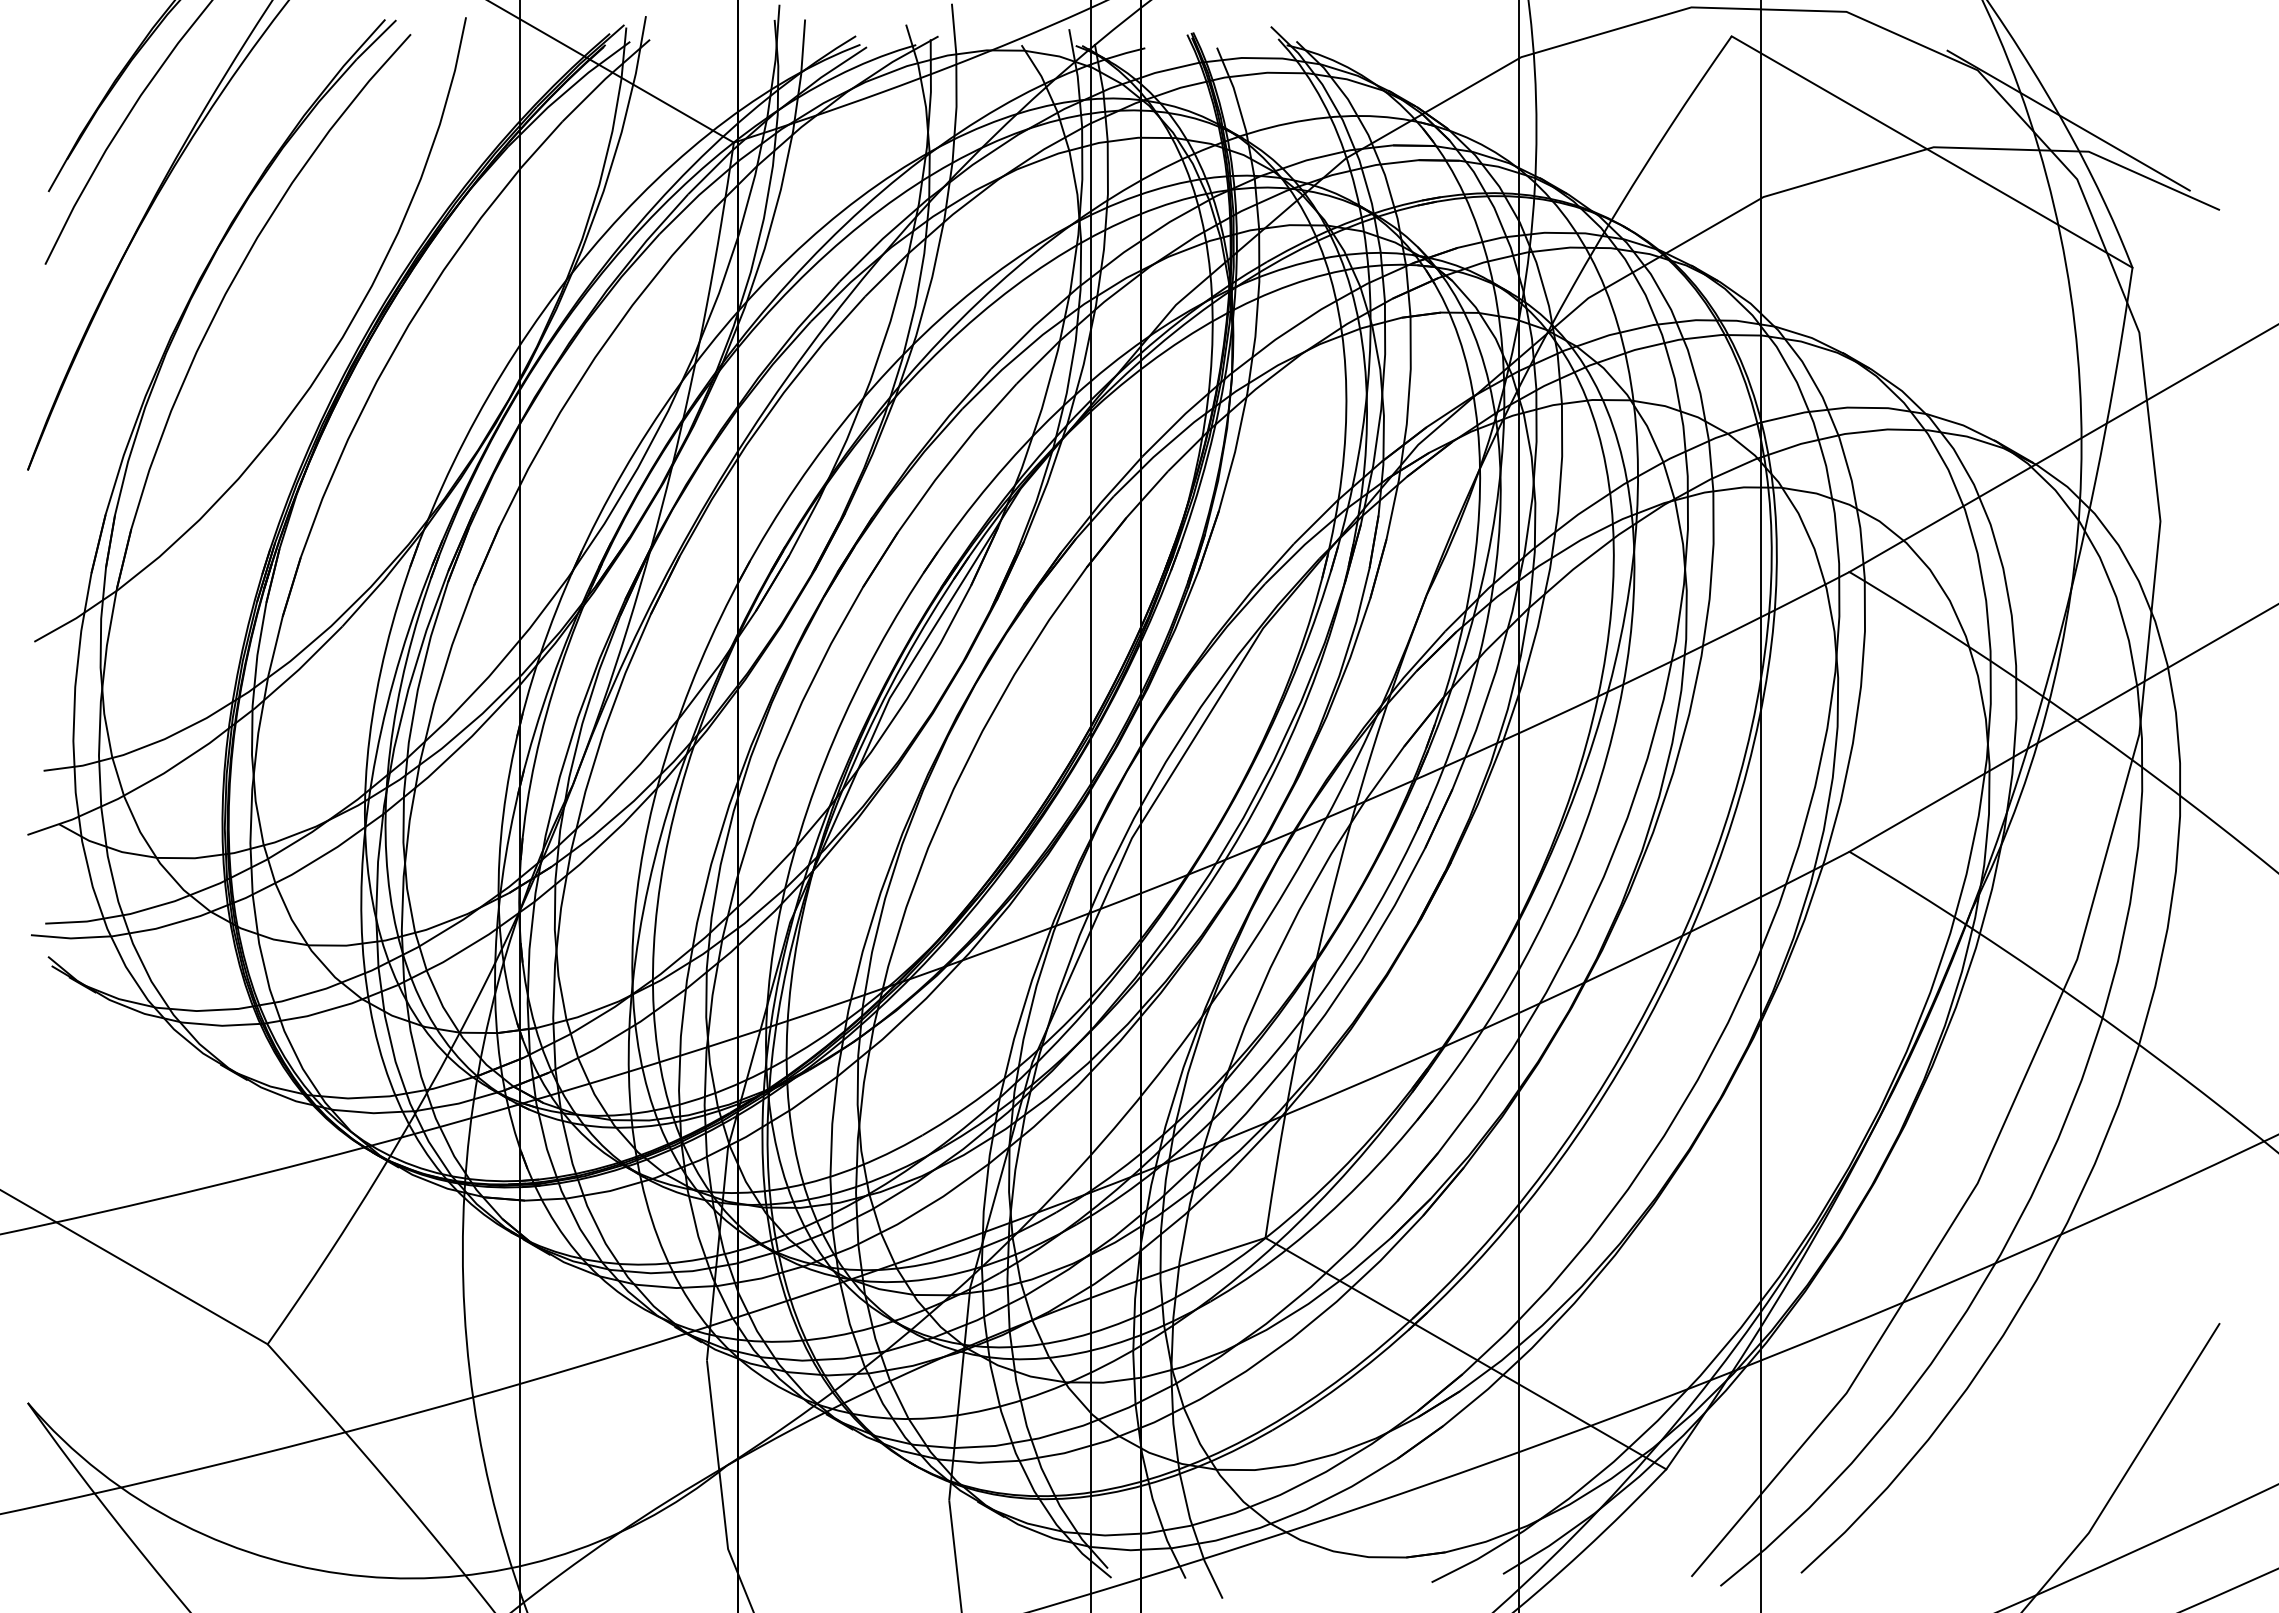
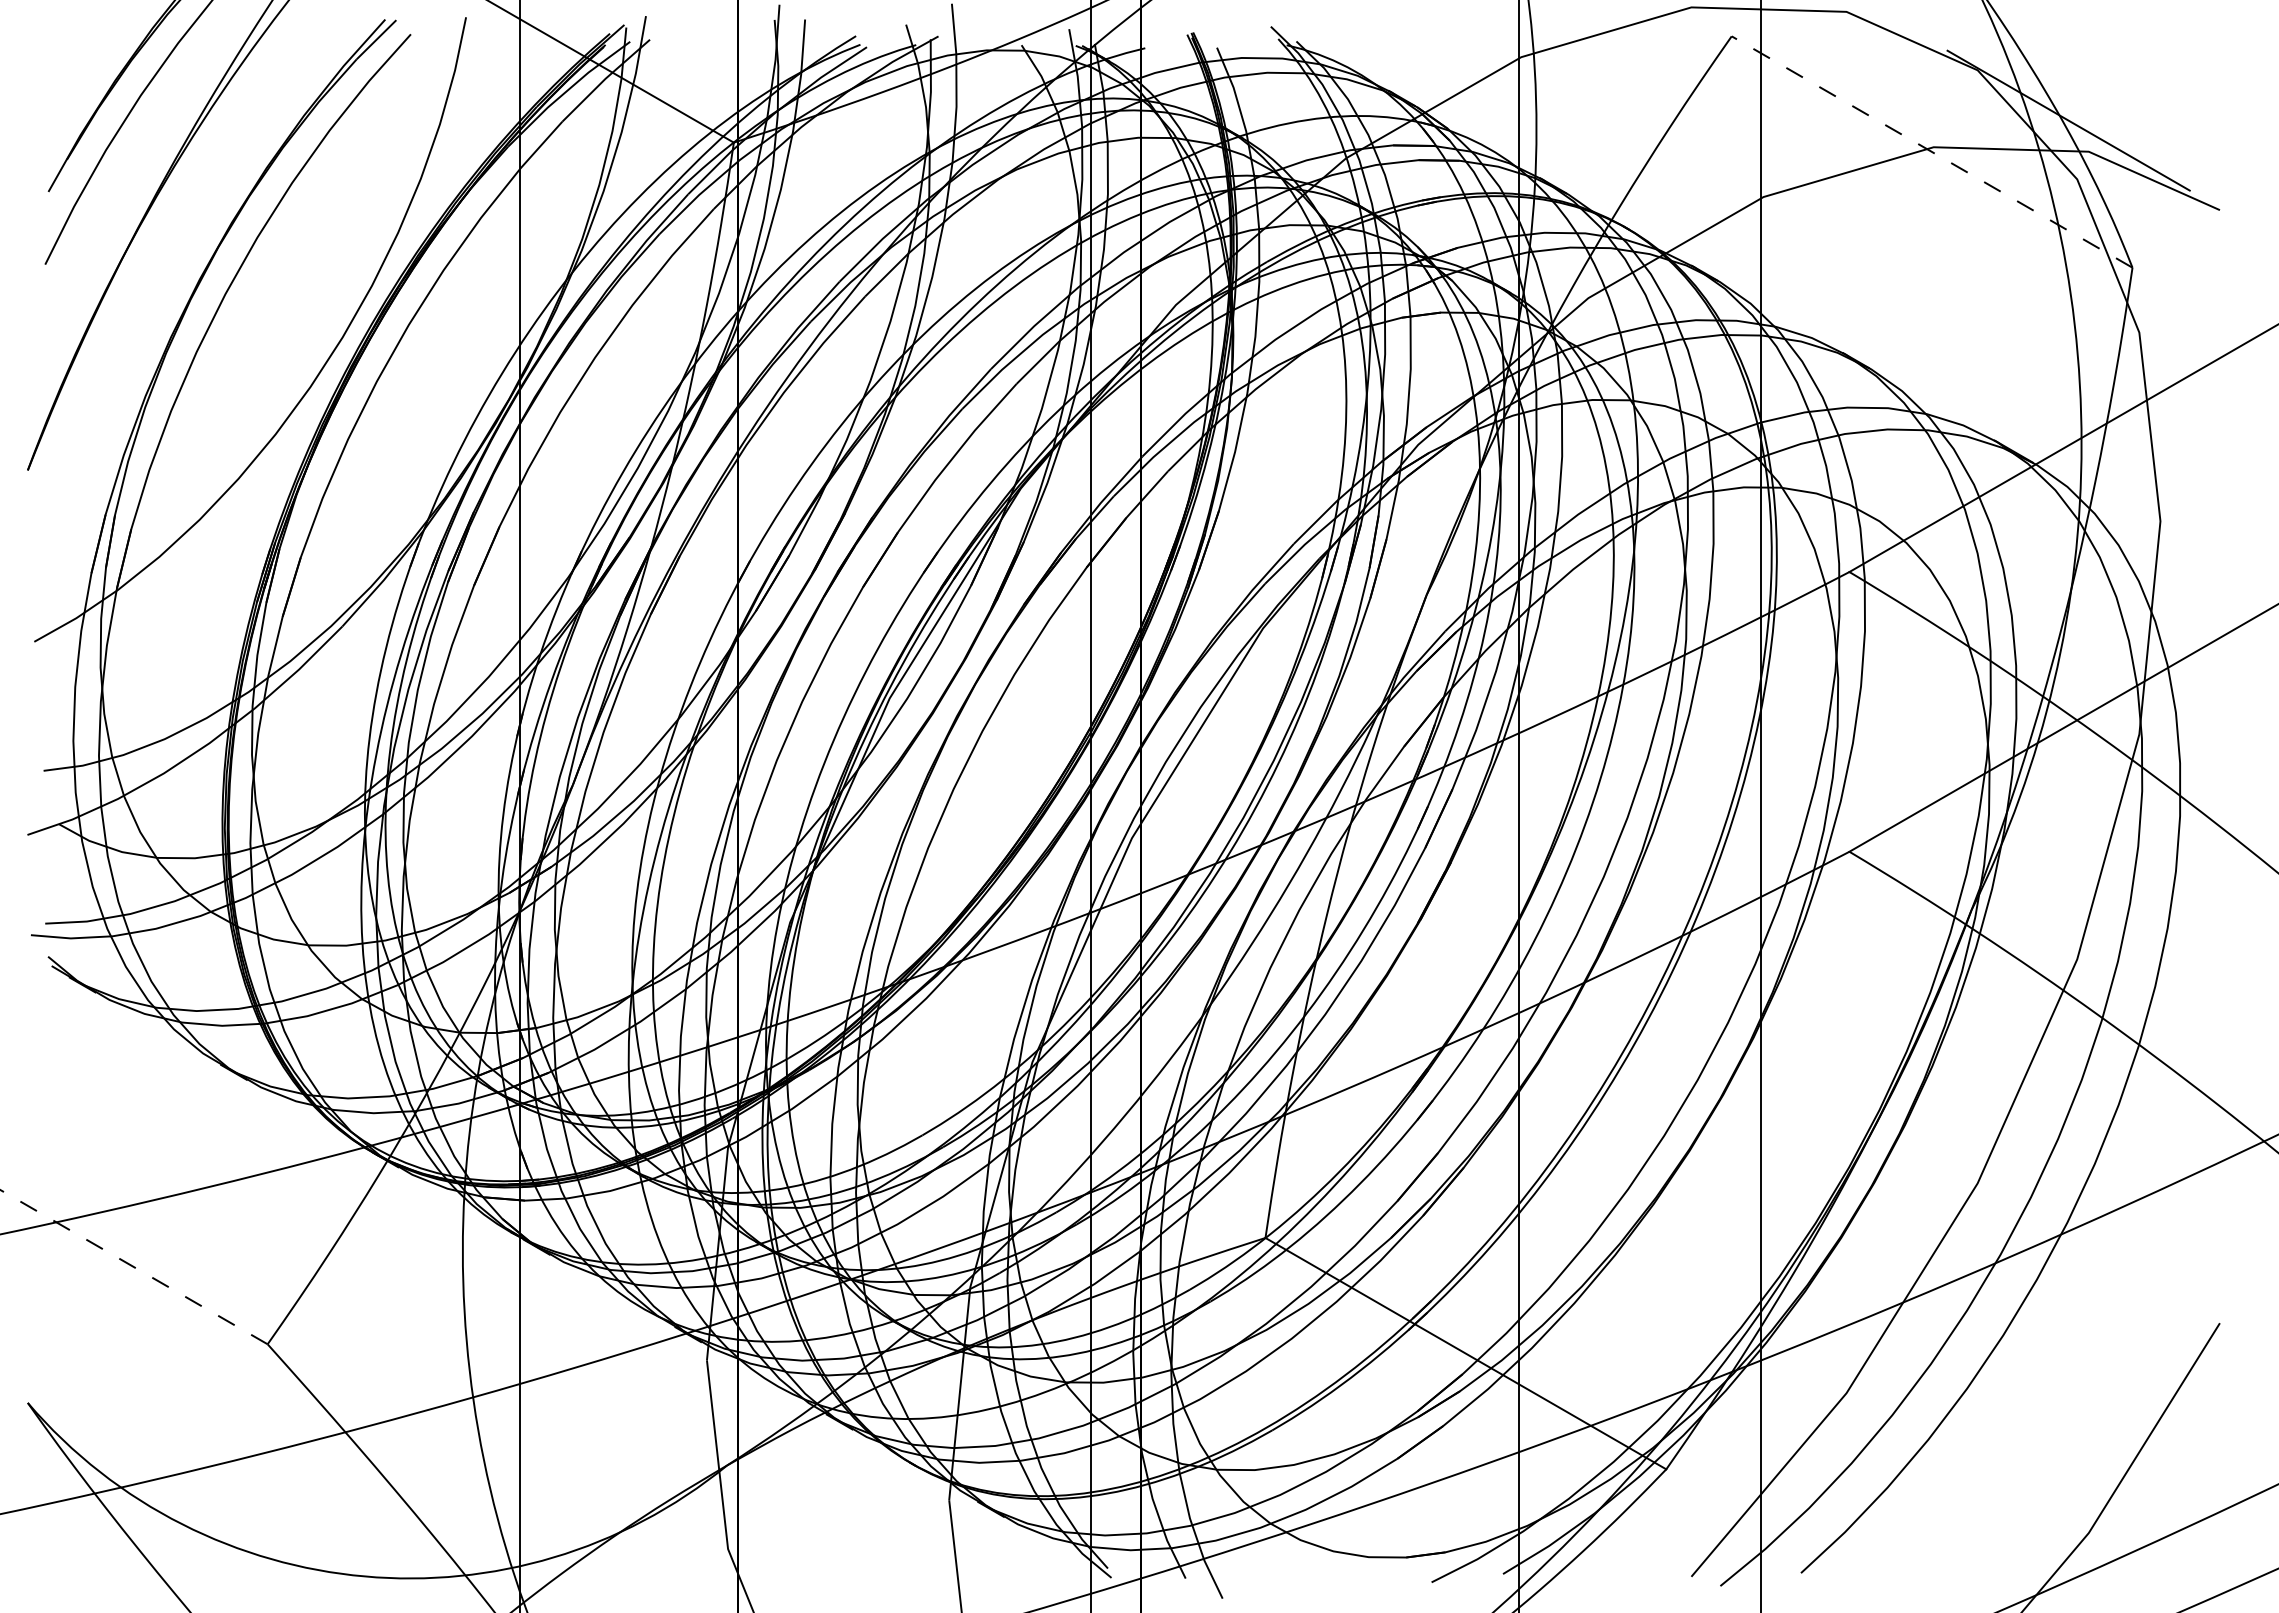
line at (1931, 151): solid -> dashed
line at (133, 1266): solid -> dashed
